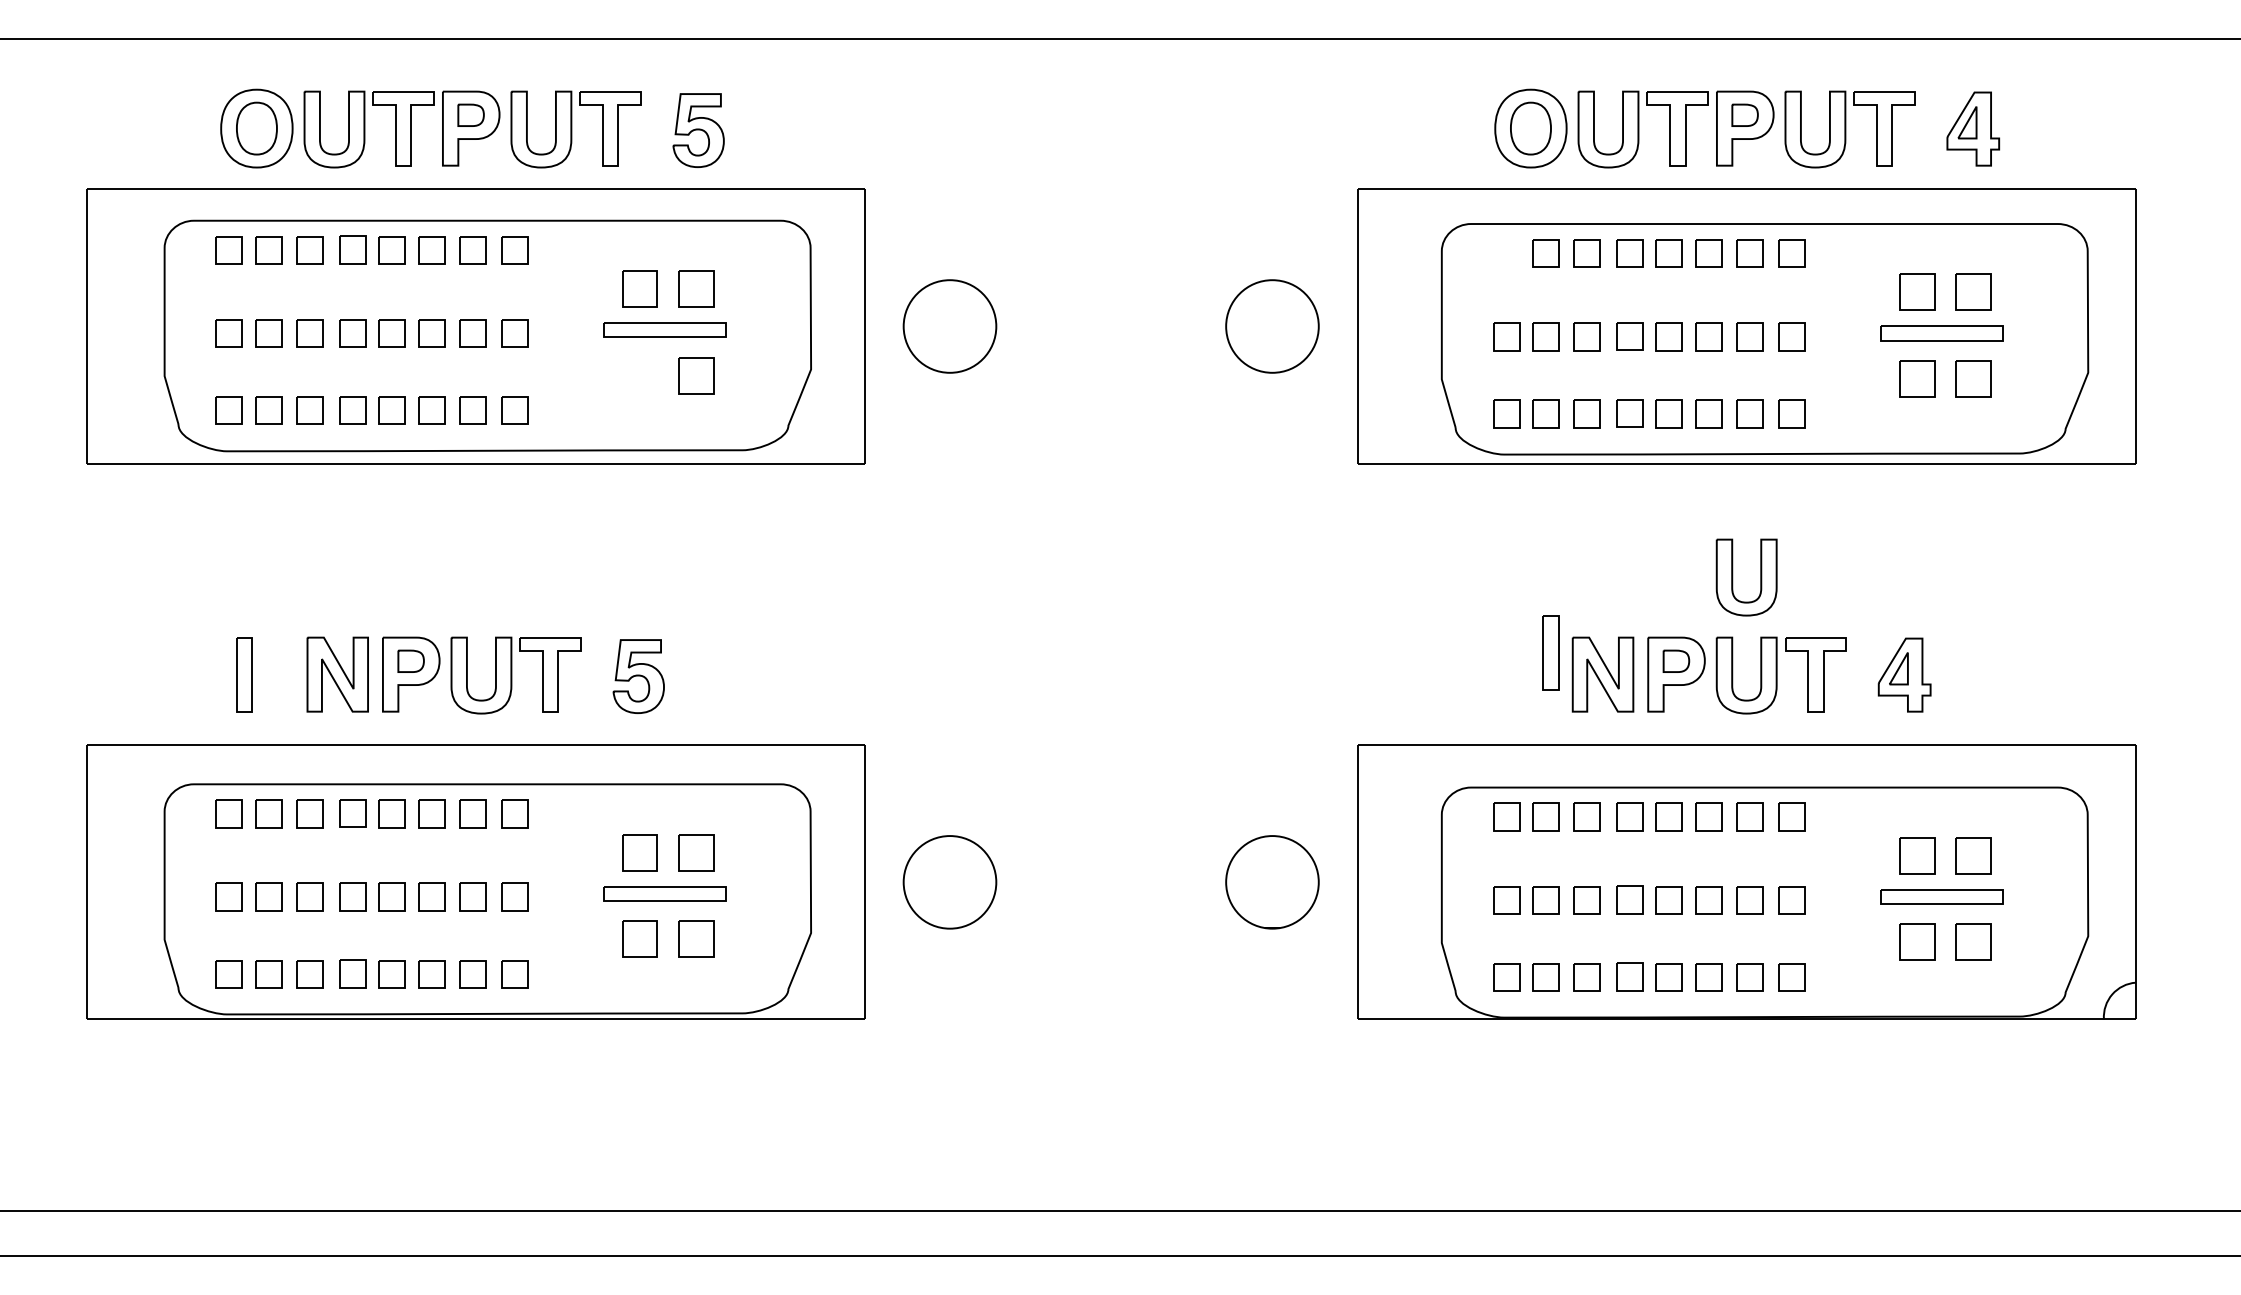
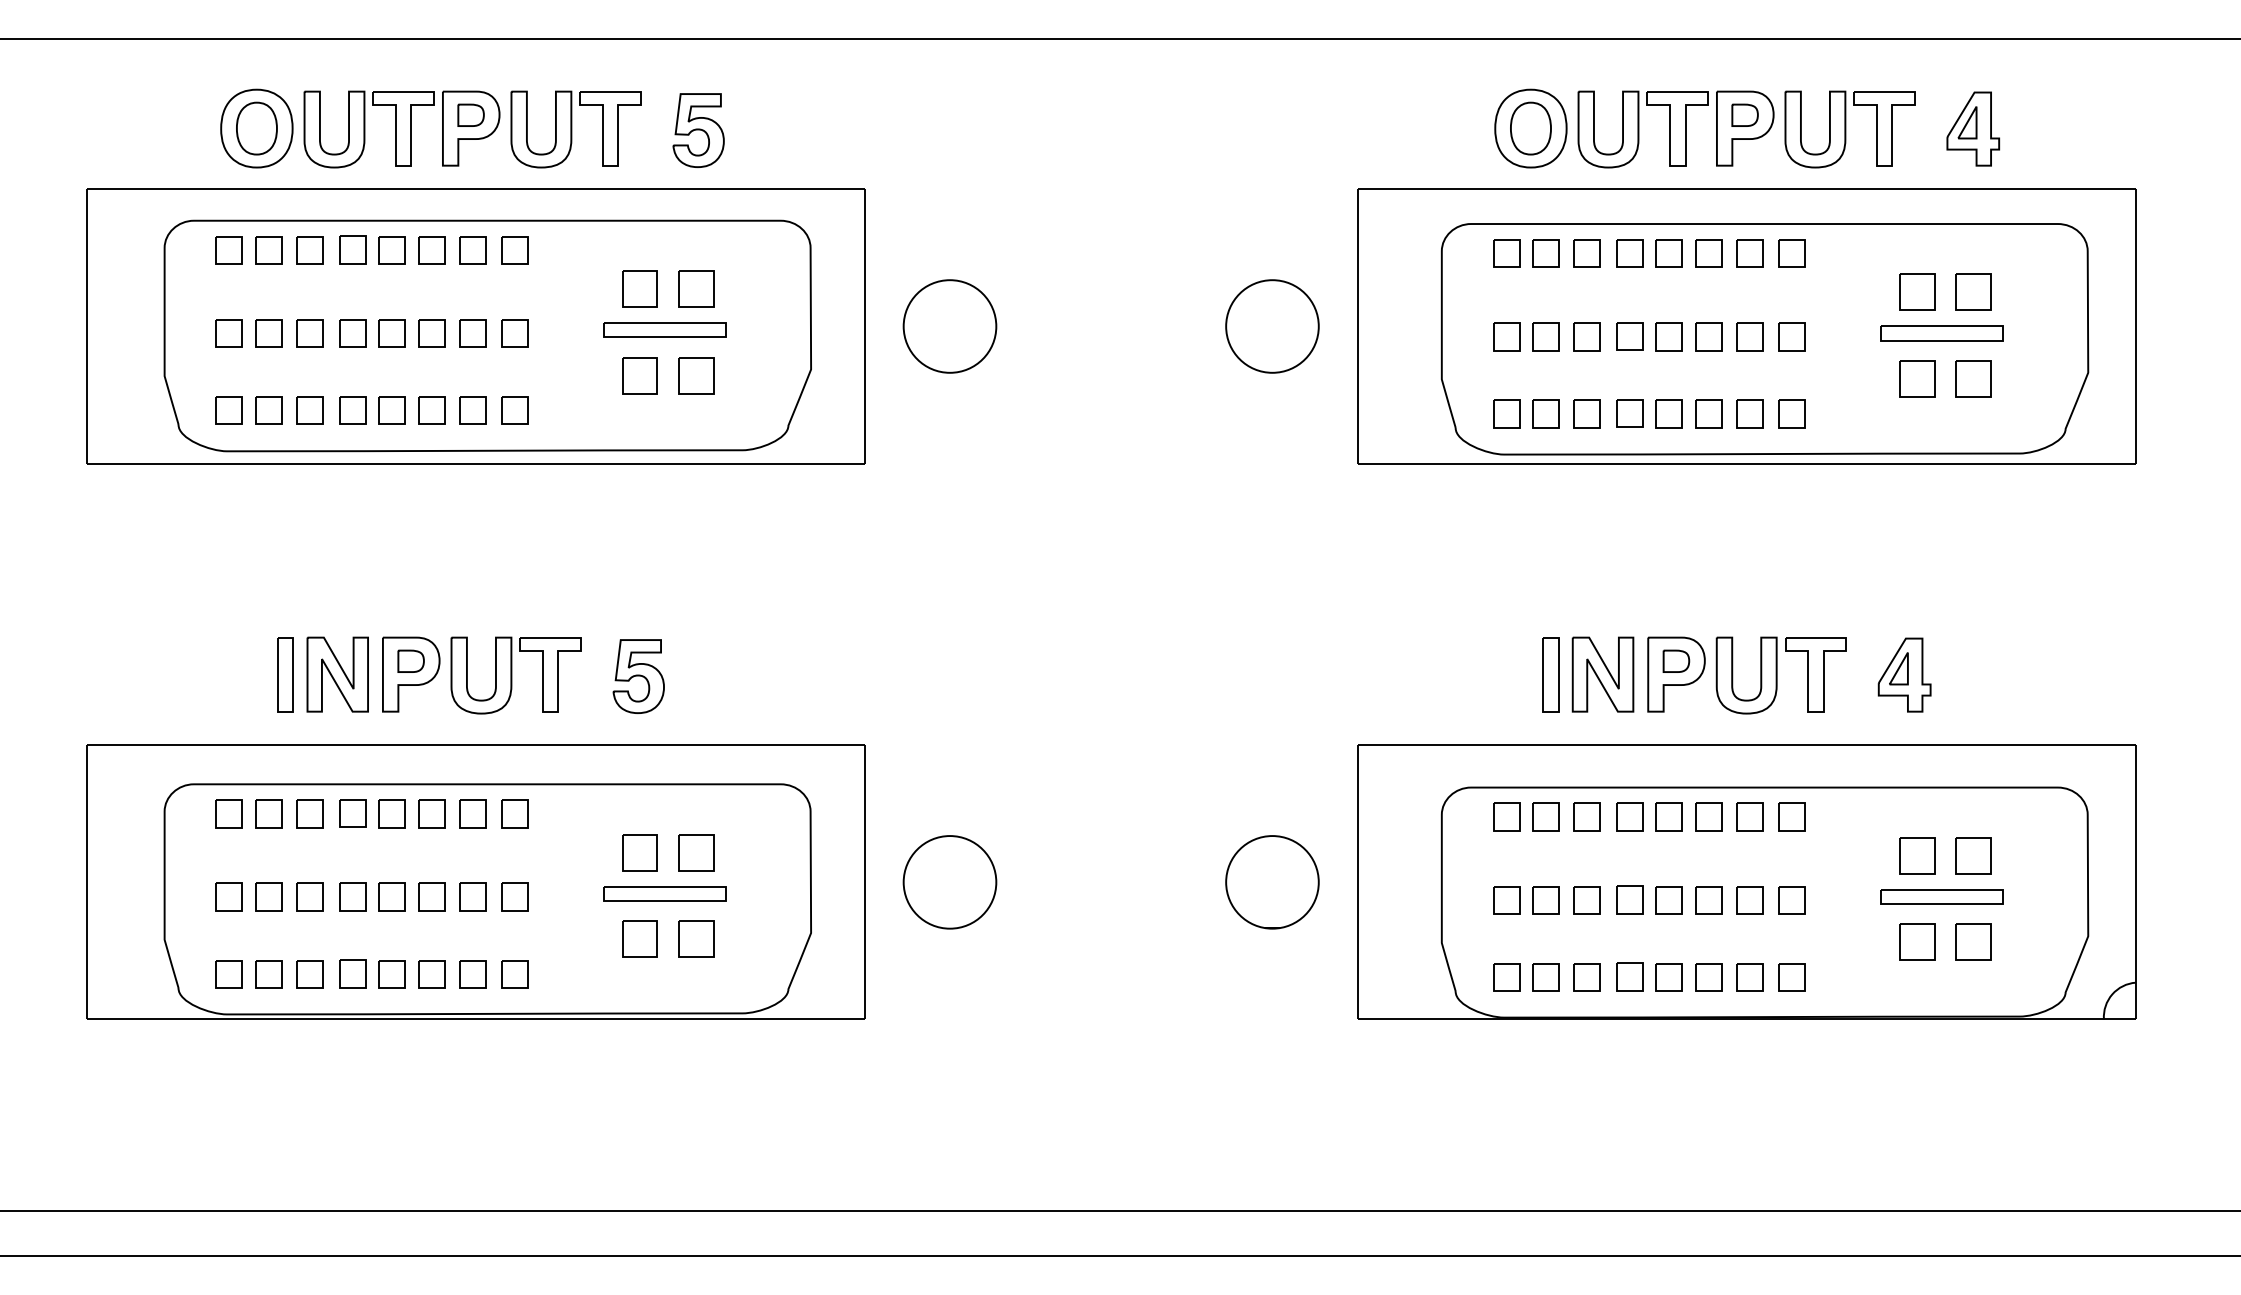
part at (1506, 253): none -> present
part at (639, 375): none -> present
part at (1733, 577): present -> none
part at (1550, 652) position: (1550, 652) -> (1550, 674)
part at (244, 674) position: (244, 674) -> (285, 674)
